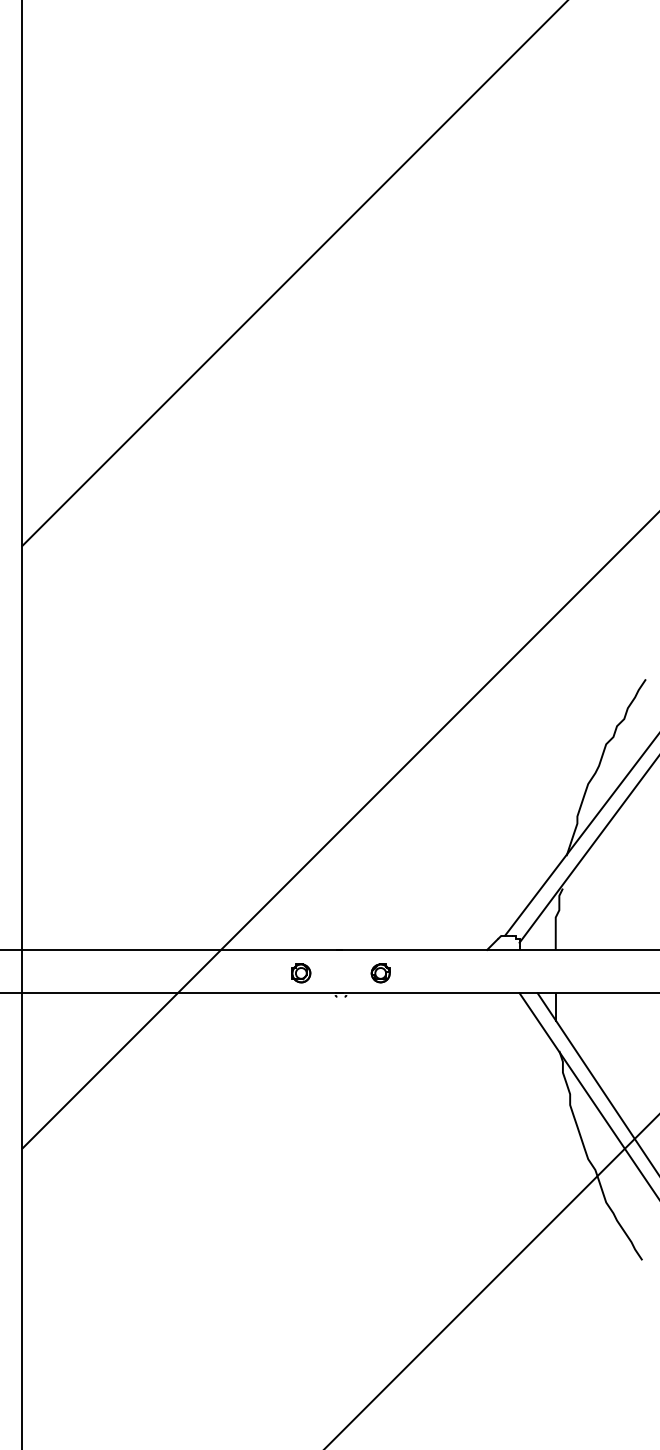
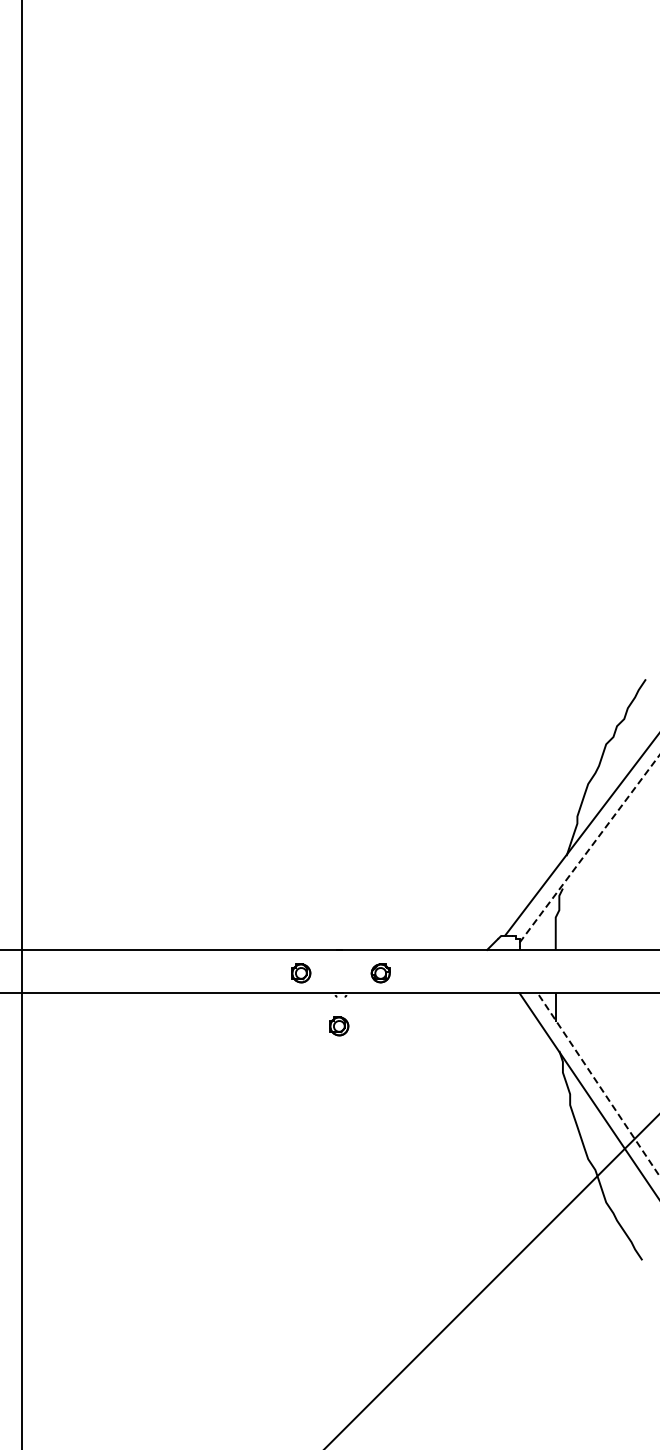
line at (294, 273): present -> none
line at (339, 831): present -> none
line at (590, 848): solid -> dashed
part at (339, 1026): none -> present
line at (598, 1084): solid -> dashed
